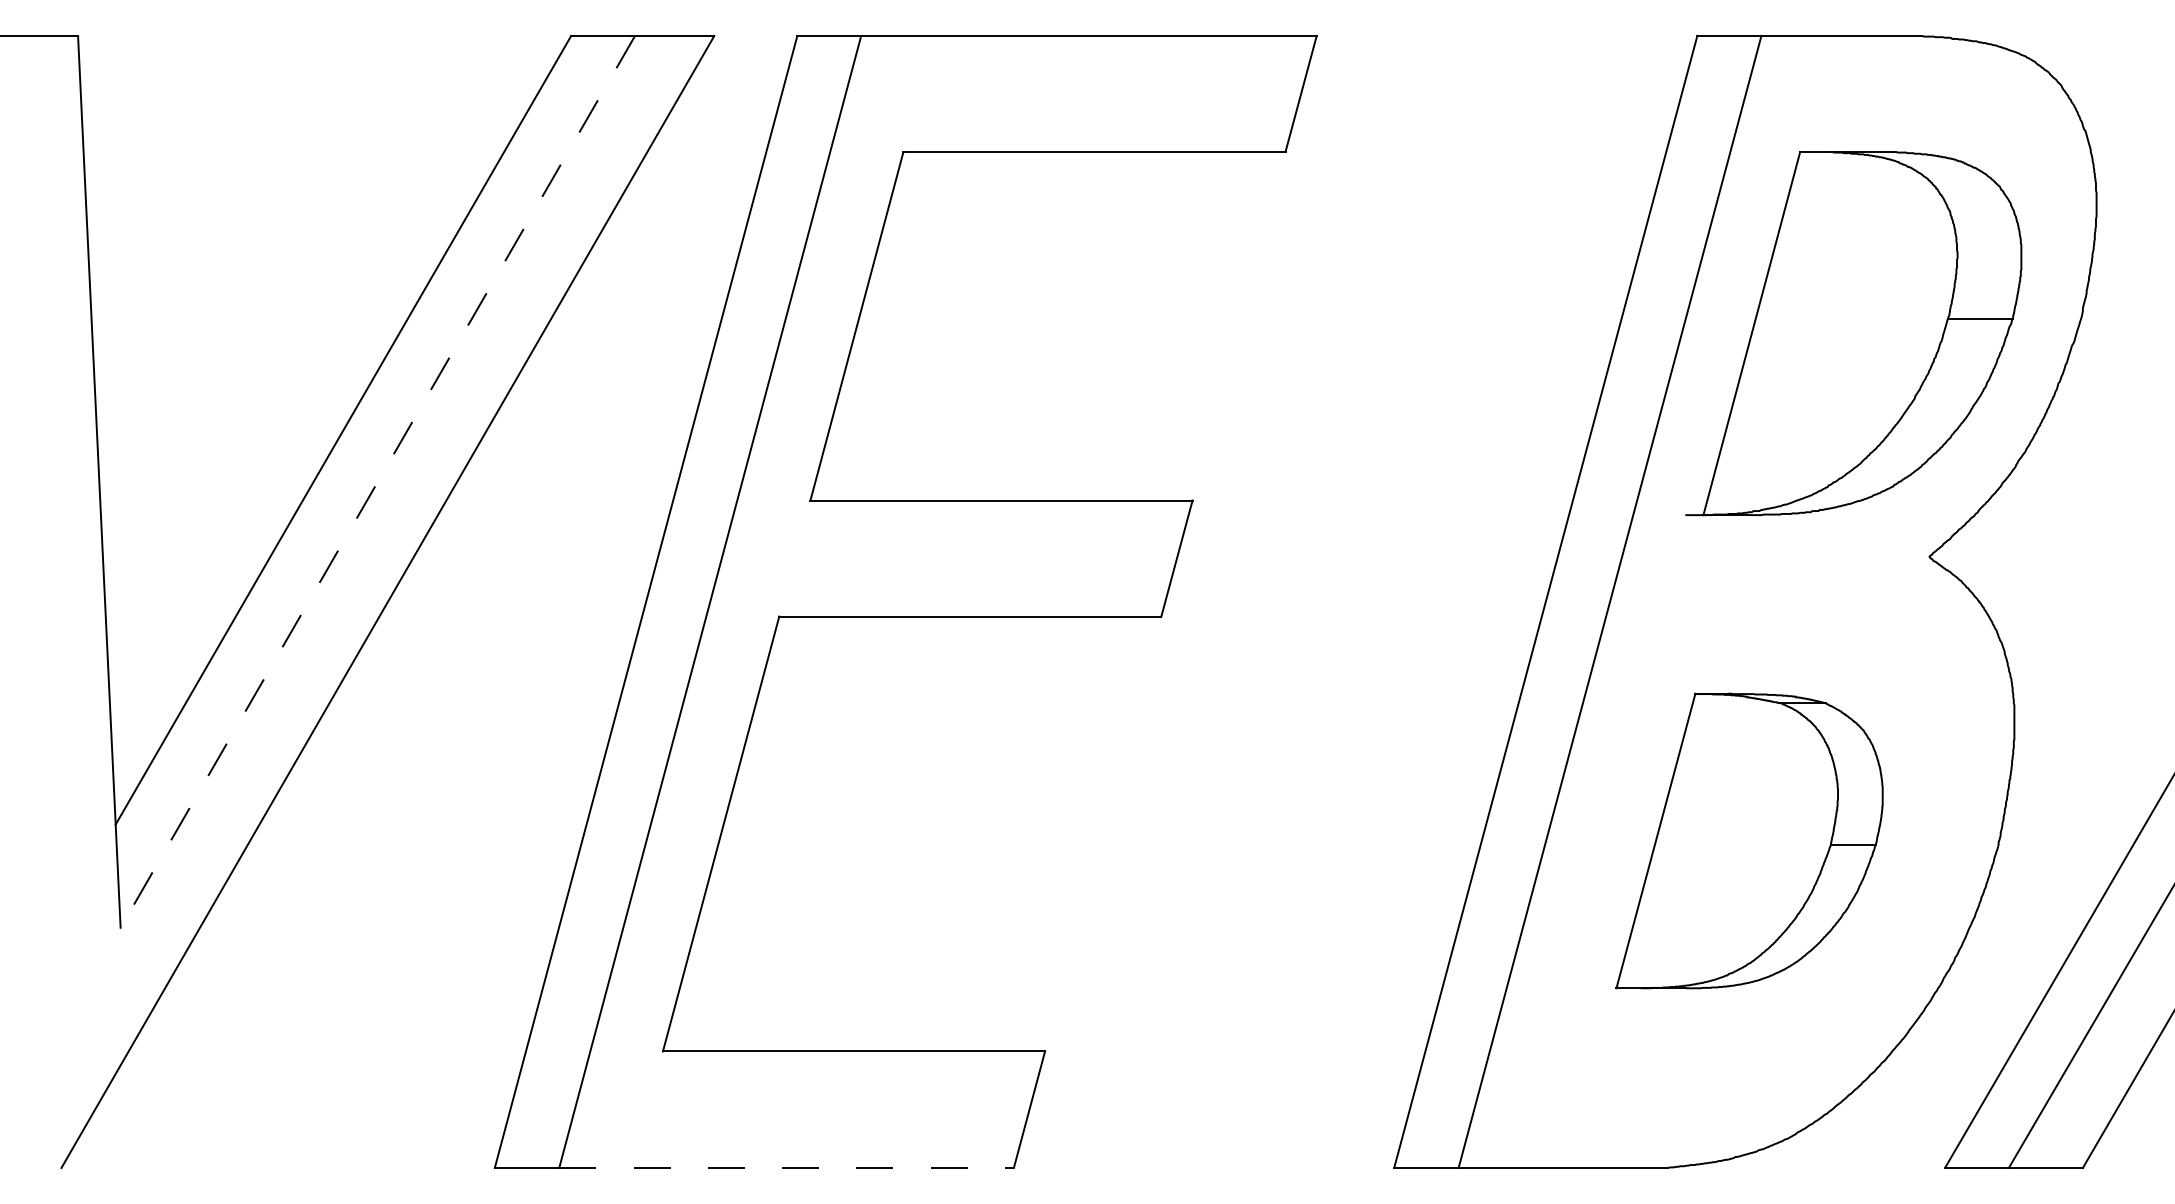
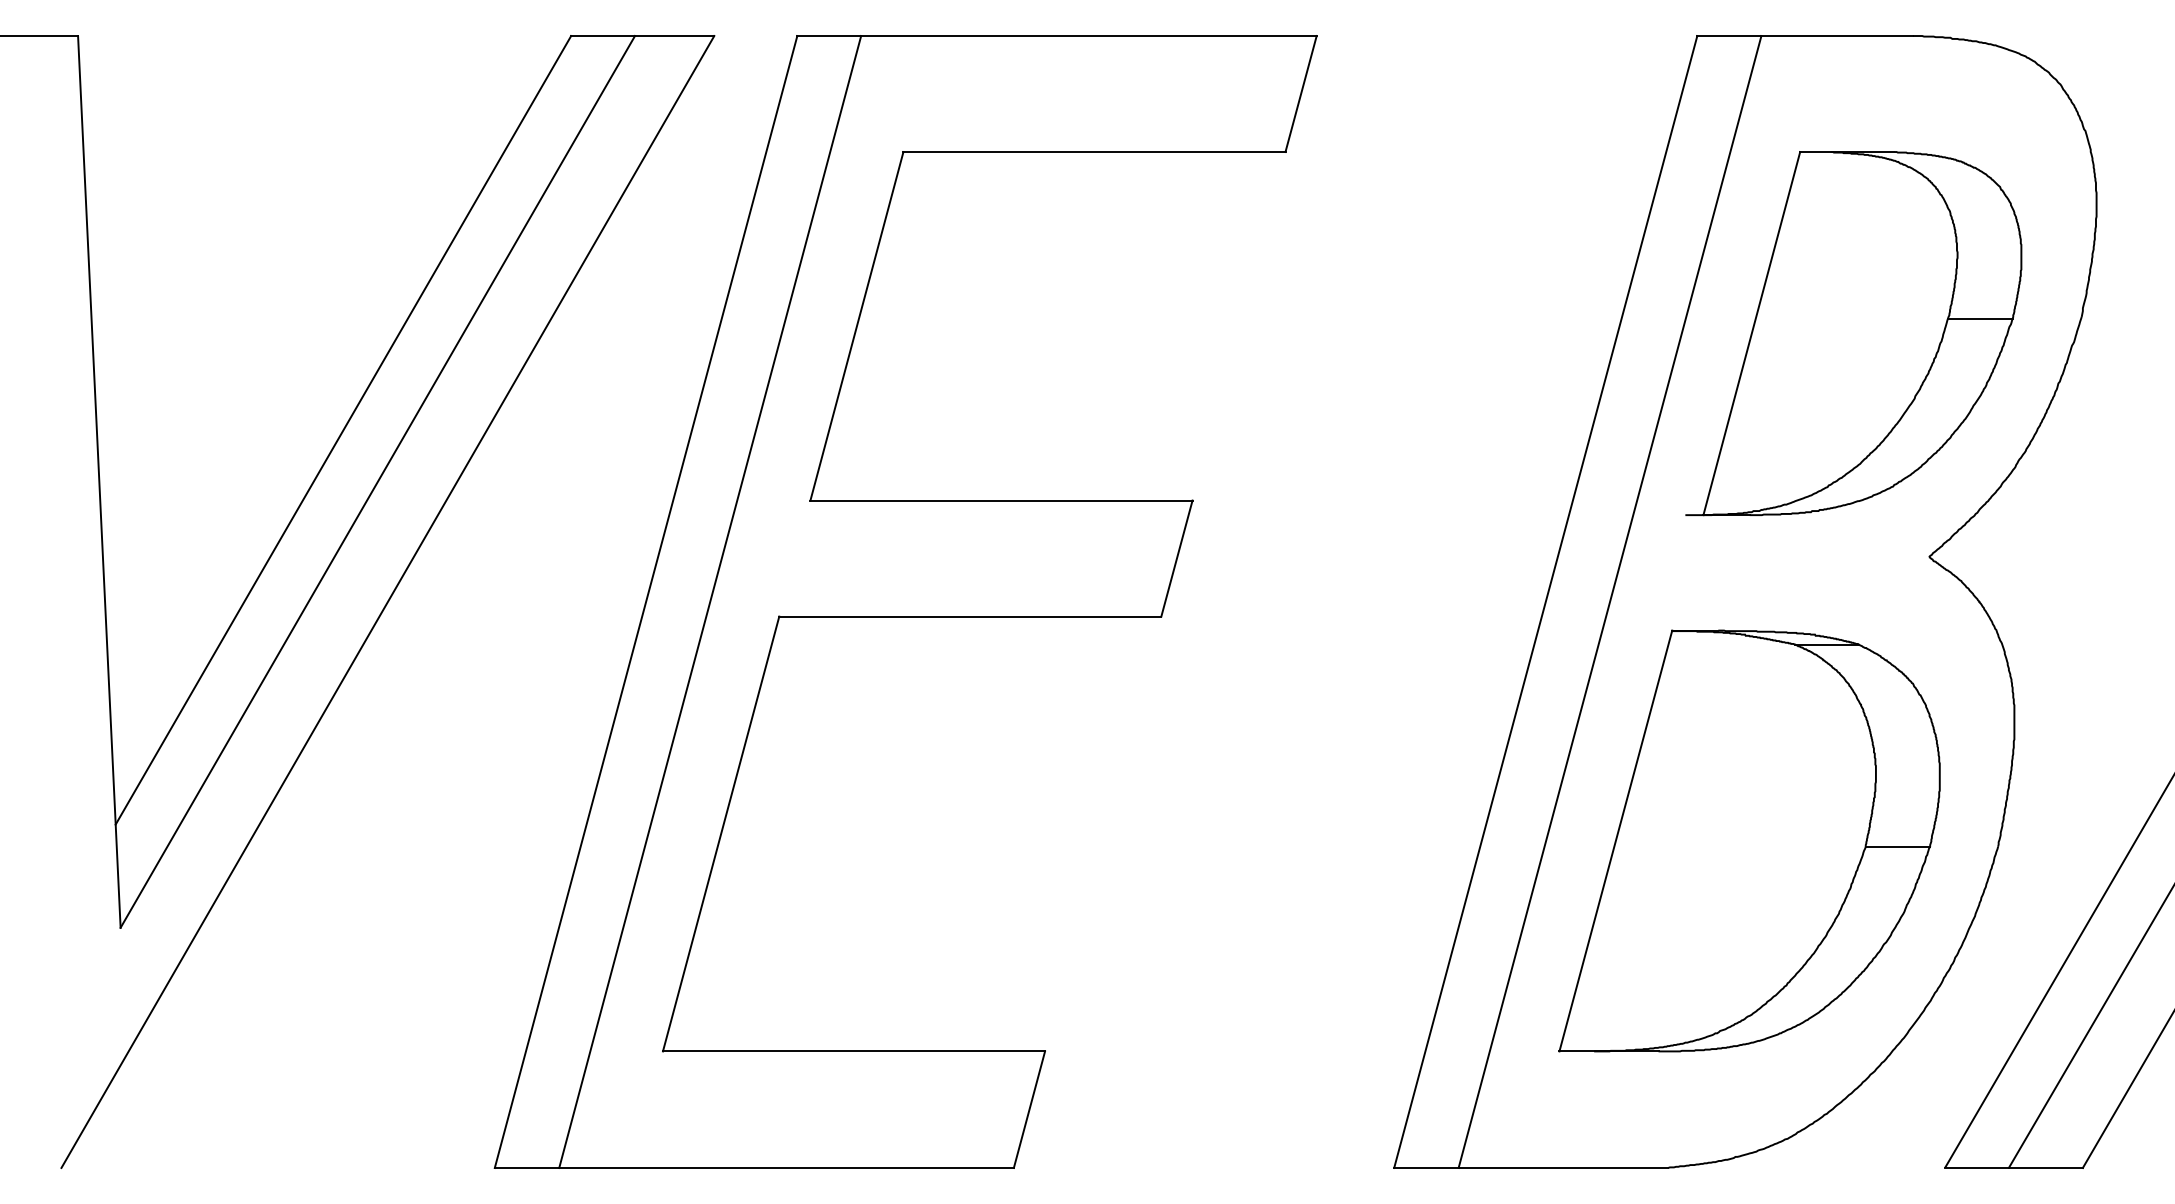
line at (377, 481): dashed -> solid
part at (1749, 840) size: 269x298 px -> 383x424 px
line at (787, 1167): dashed -> solid
